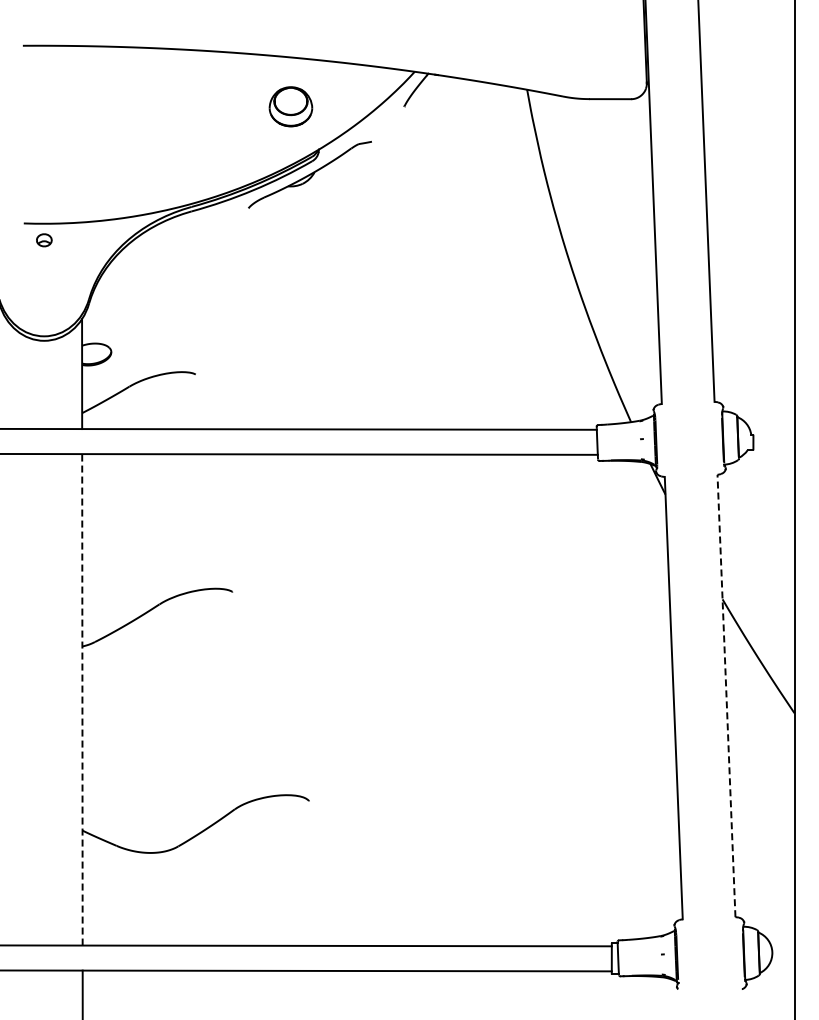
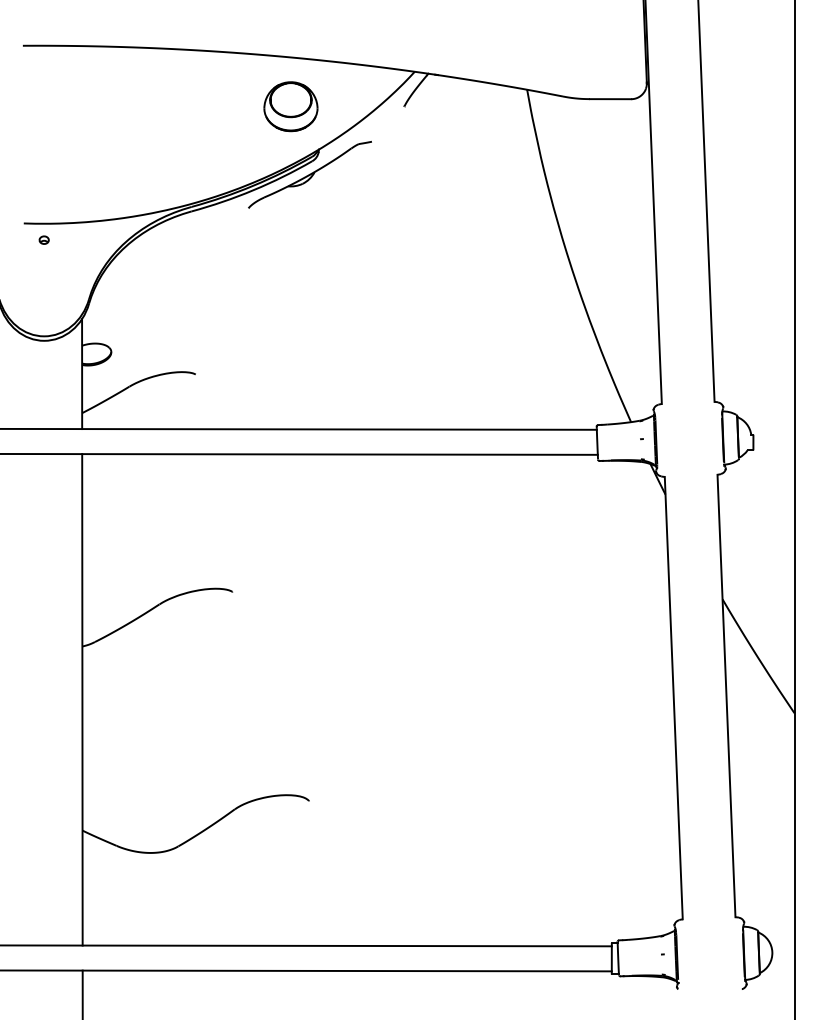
part at (290, 106) size: 46x42 px -> 56x52 px
part at (44, 240) size: 17x15 px -> 12x10 px
line at (726, 695): dashed -> solid
line at (82, 699): dashed -> solid
